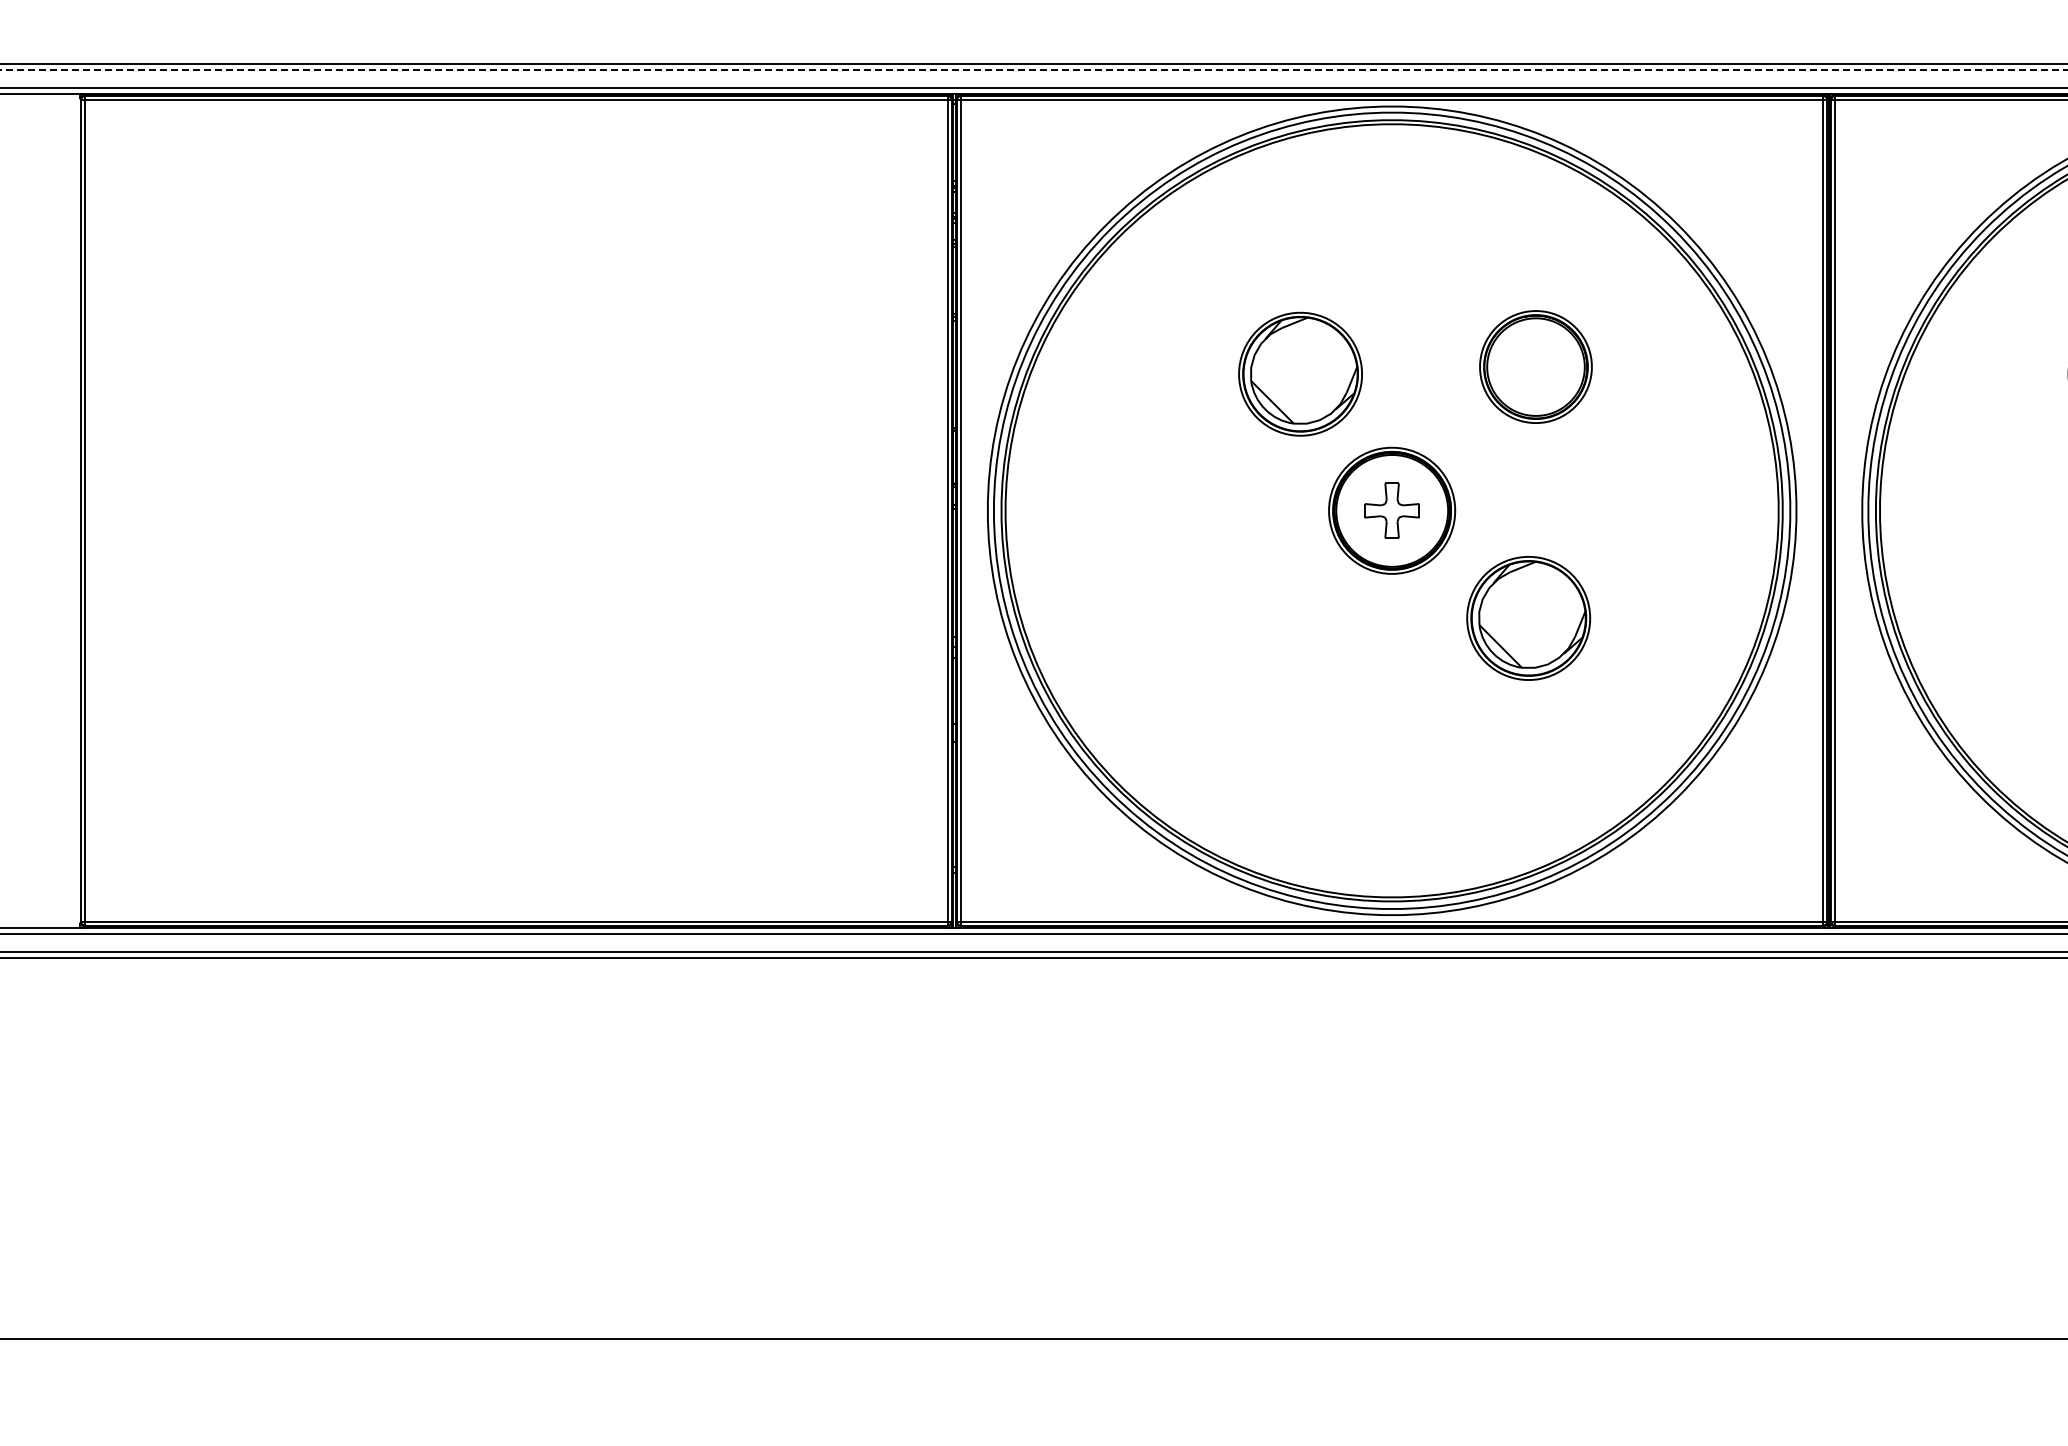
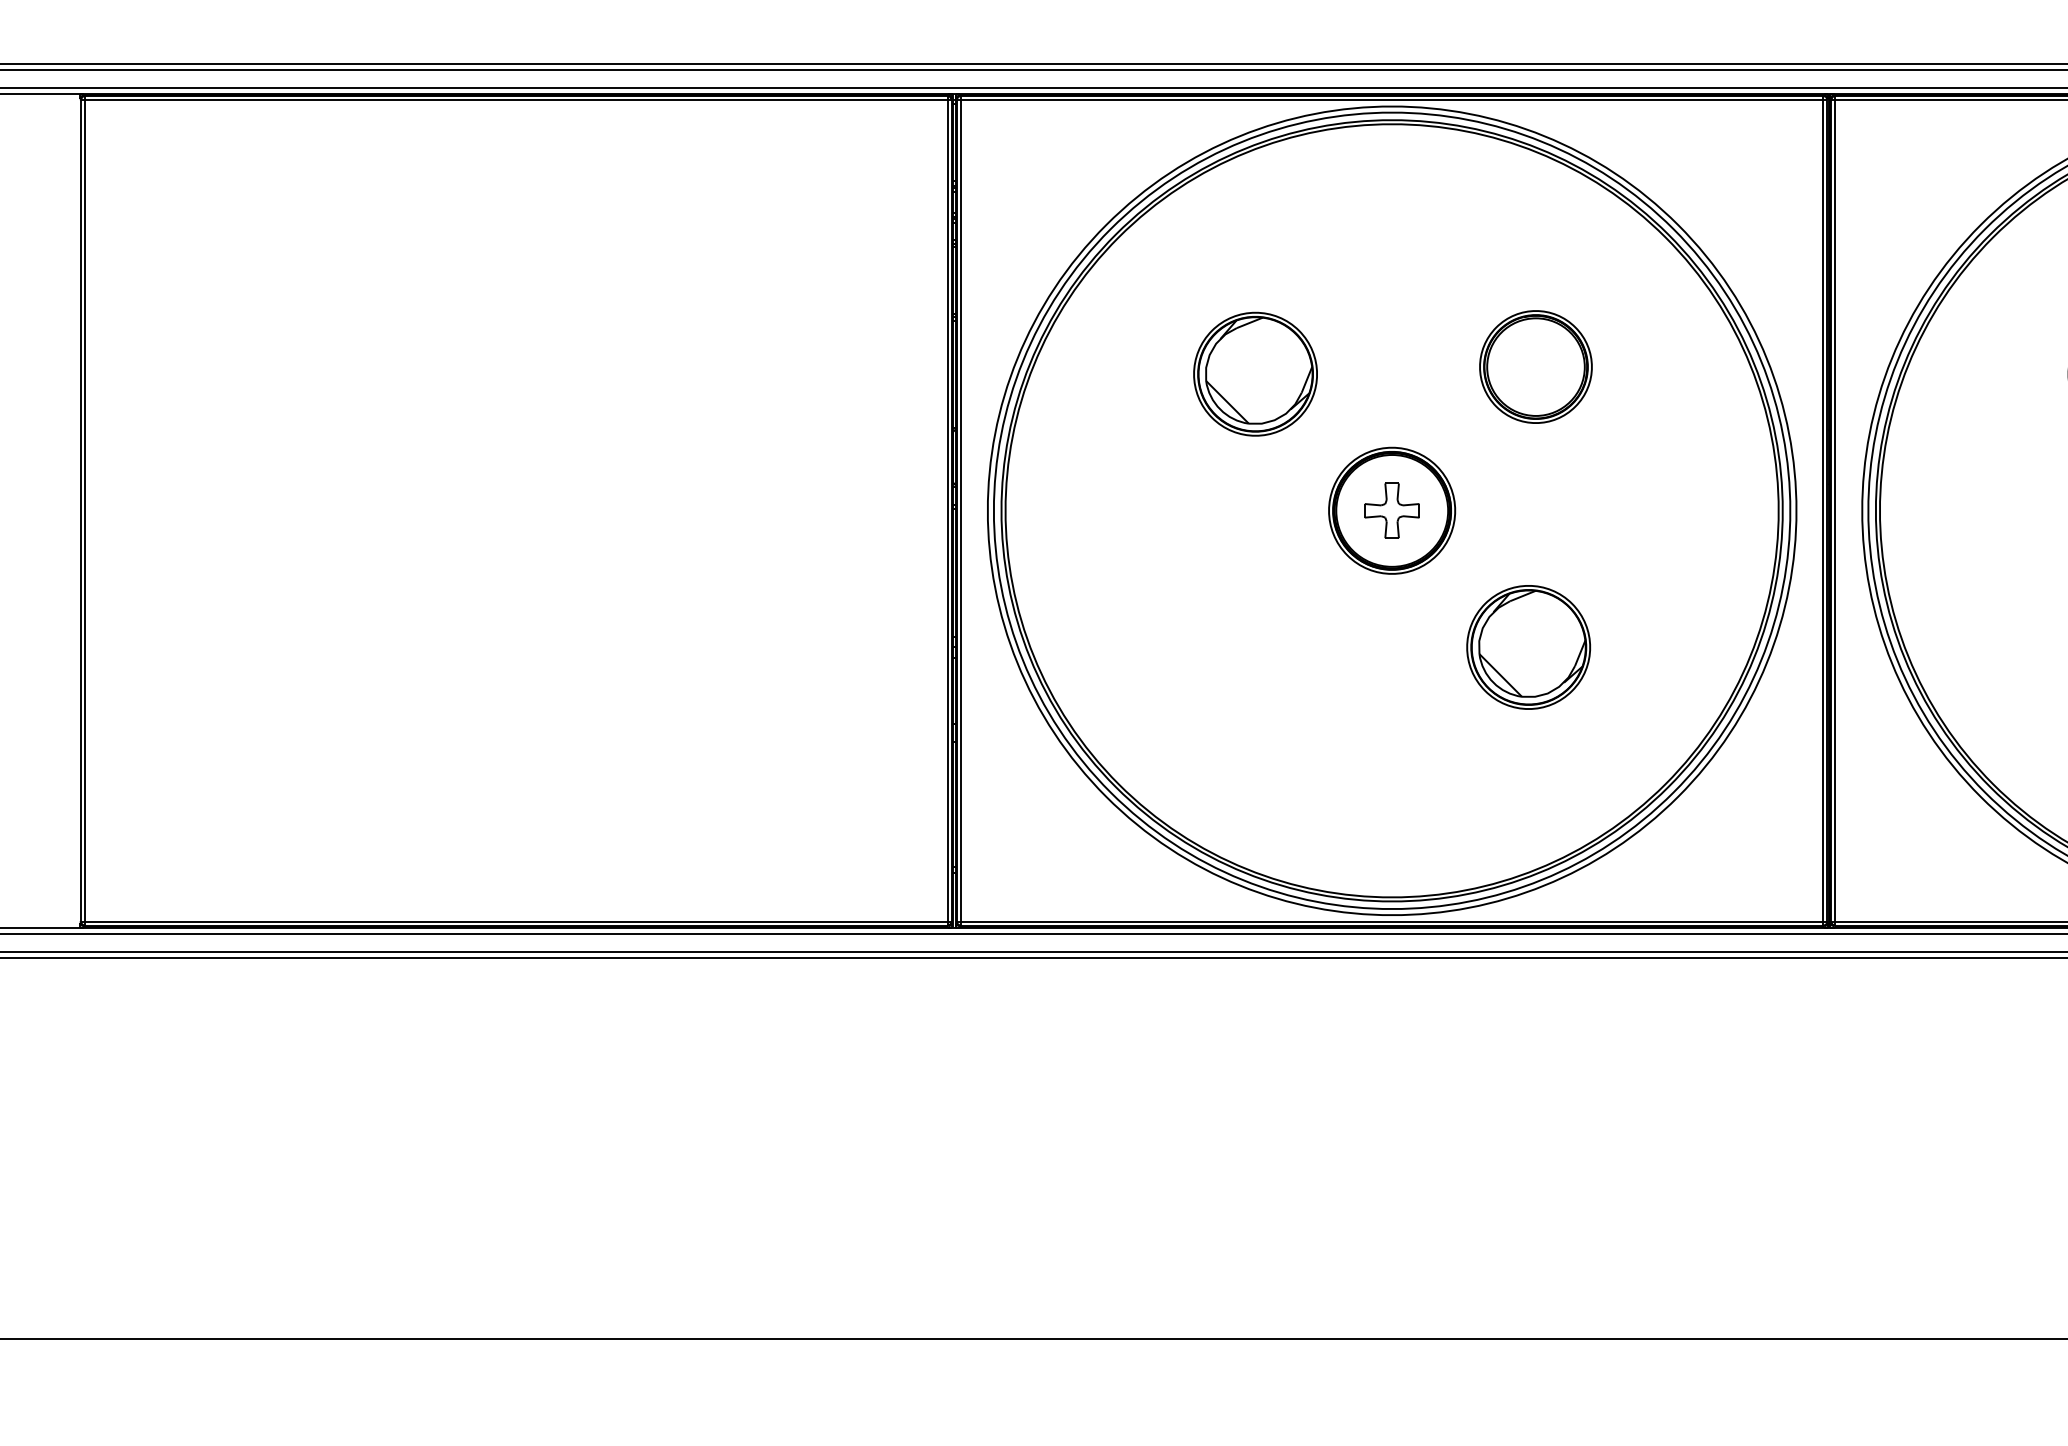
line at (1035, 69): dashed -> solid
part at (1300, 373) position: (1300, 373) -> (1255, 373)
part at (1528, 618) position: (1528, 618) -> (1528, 647)
